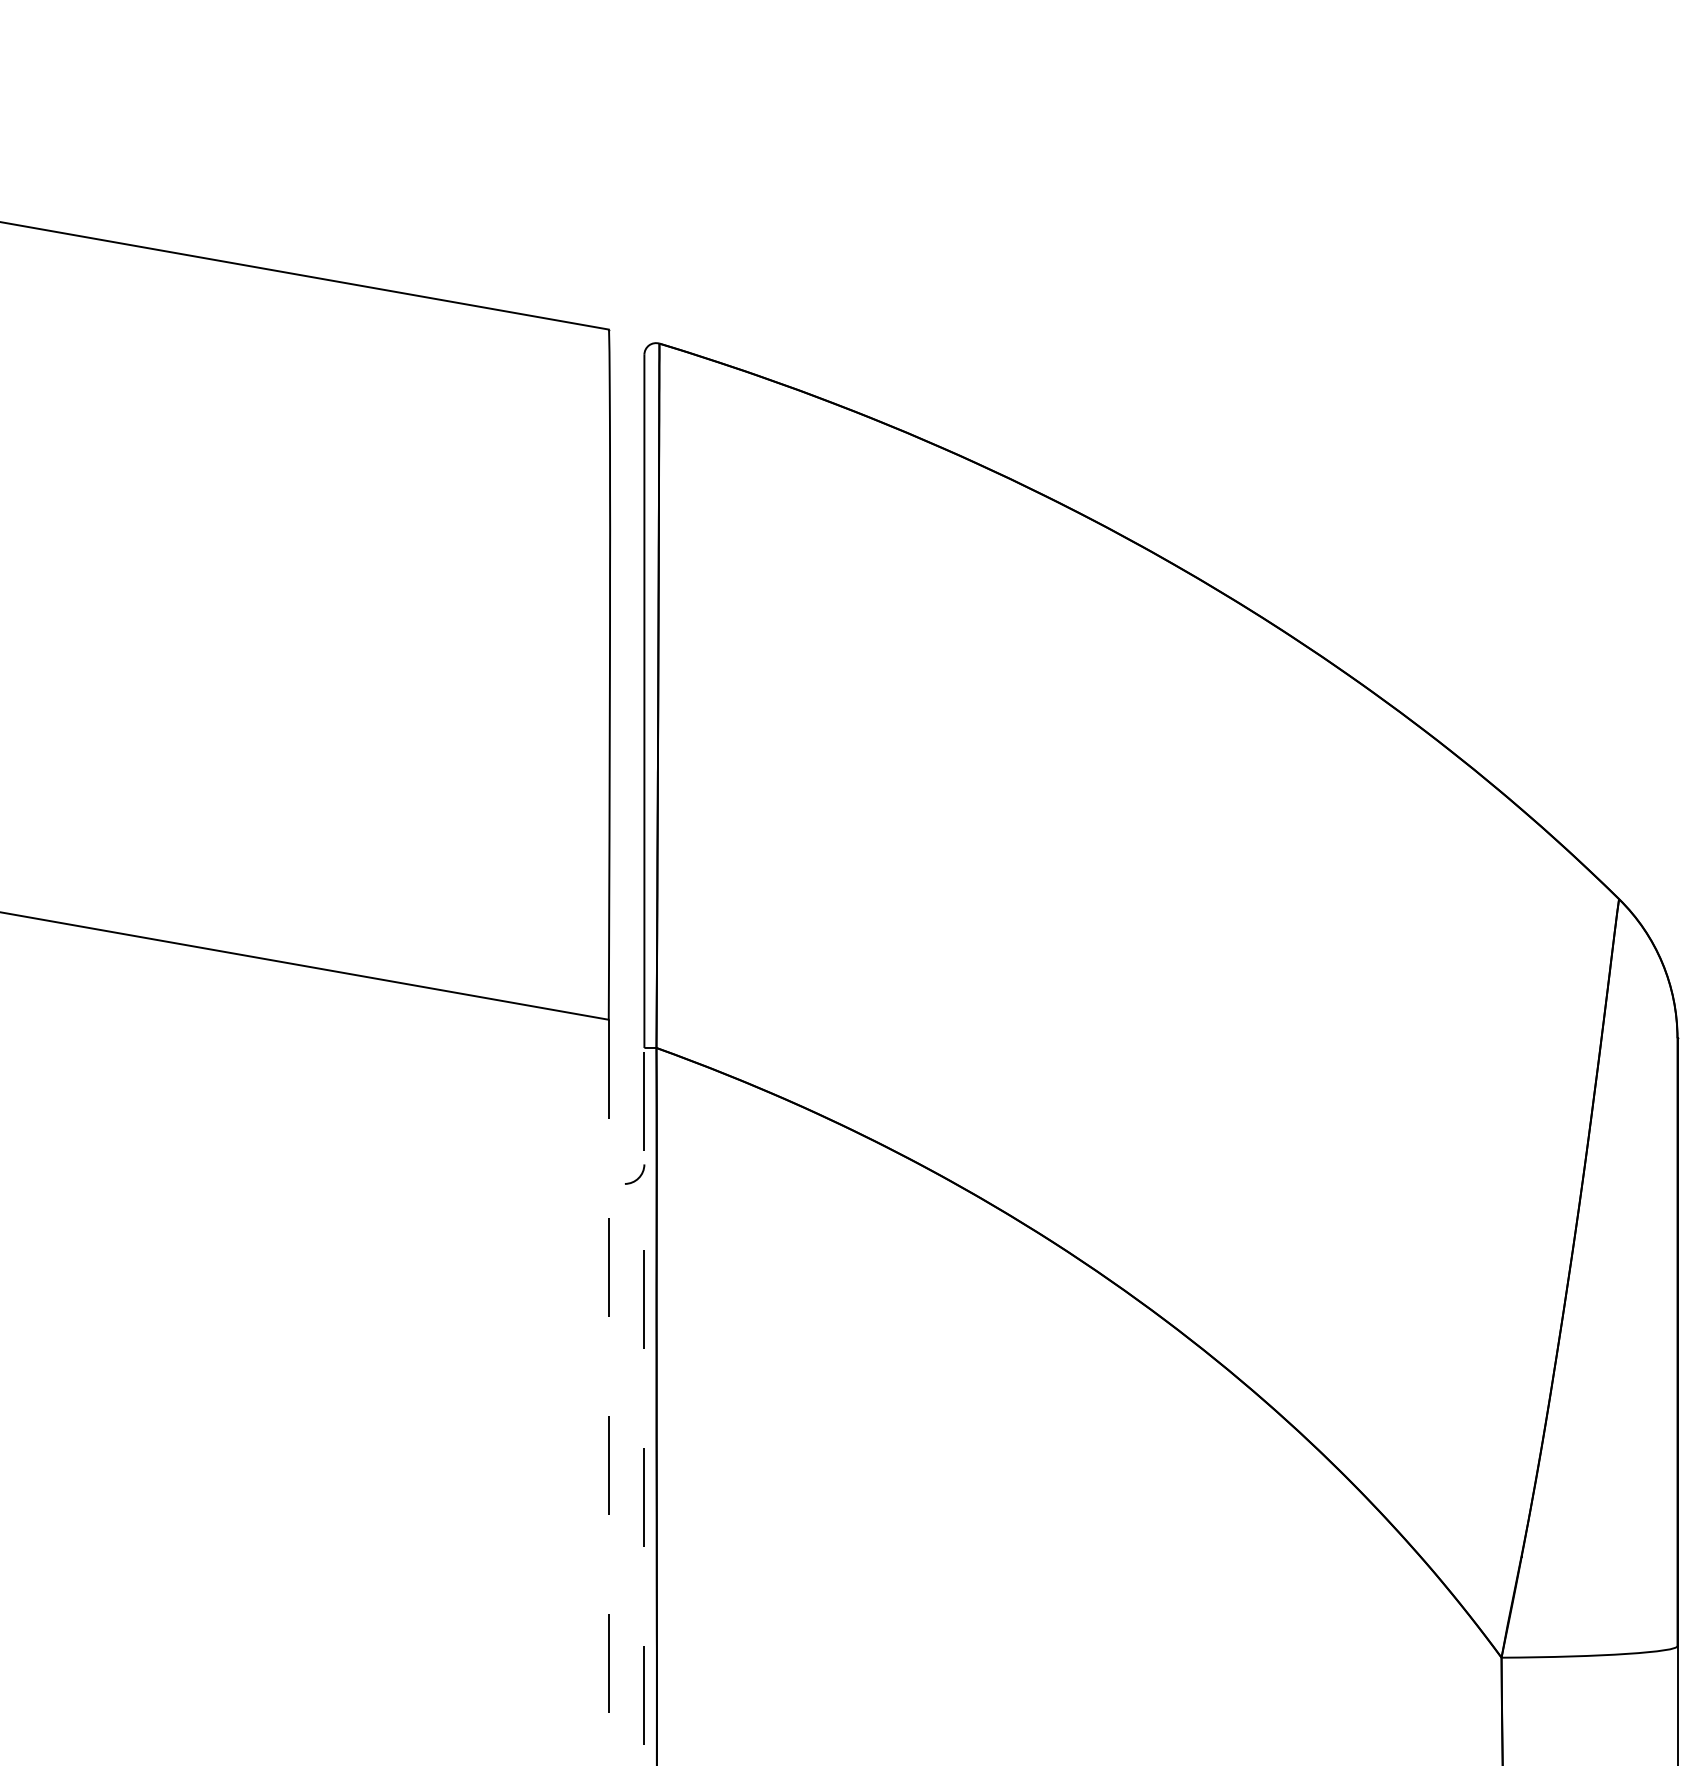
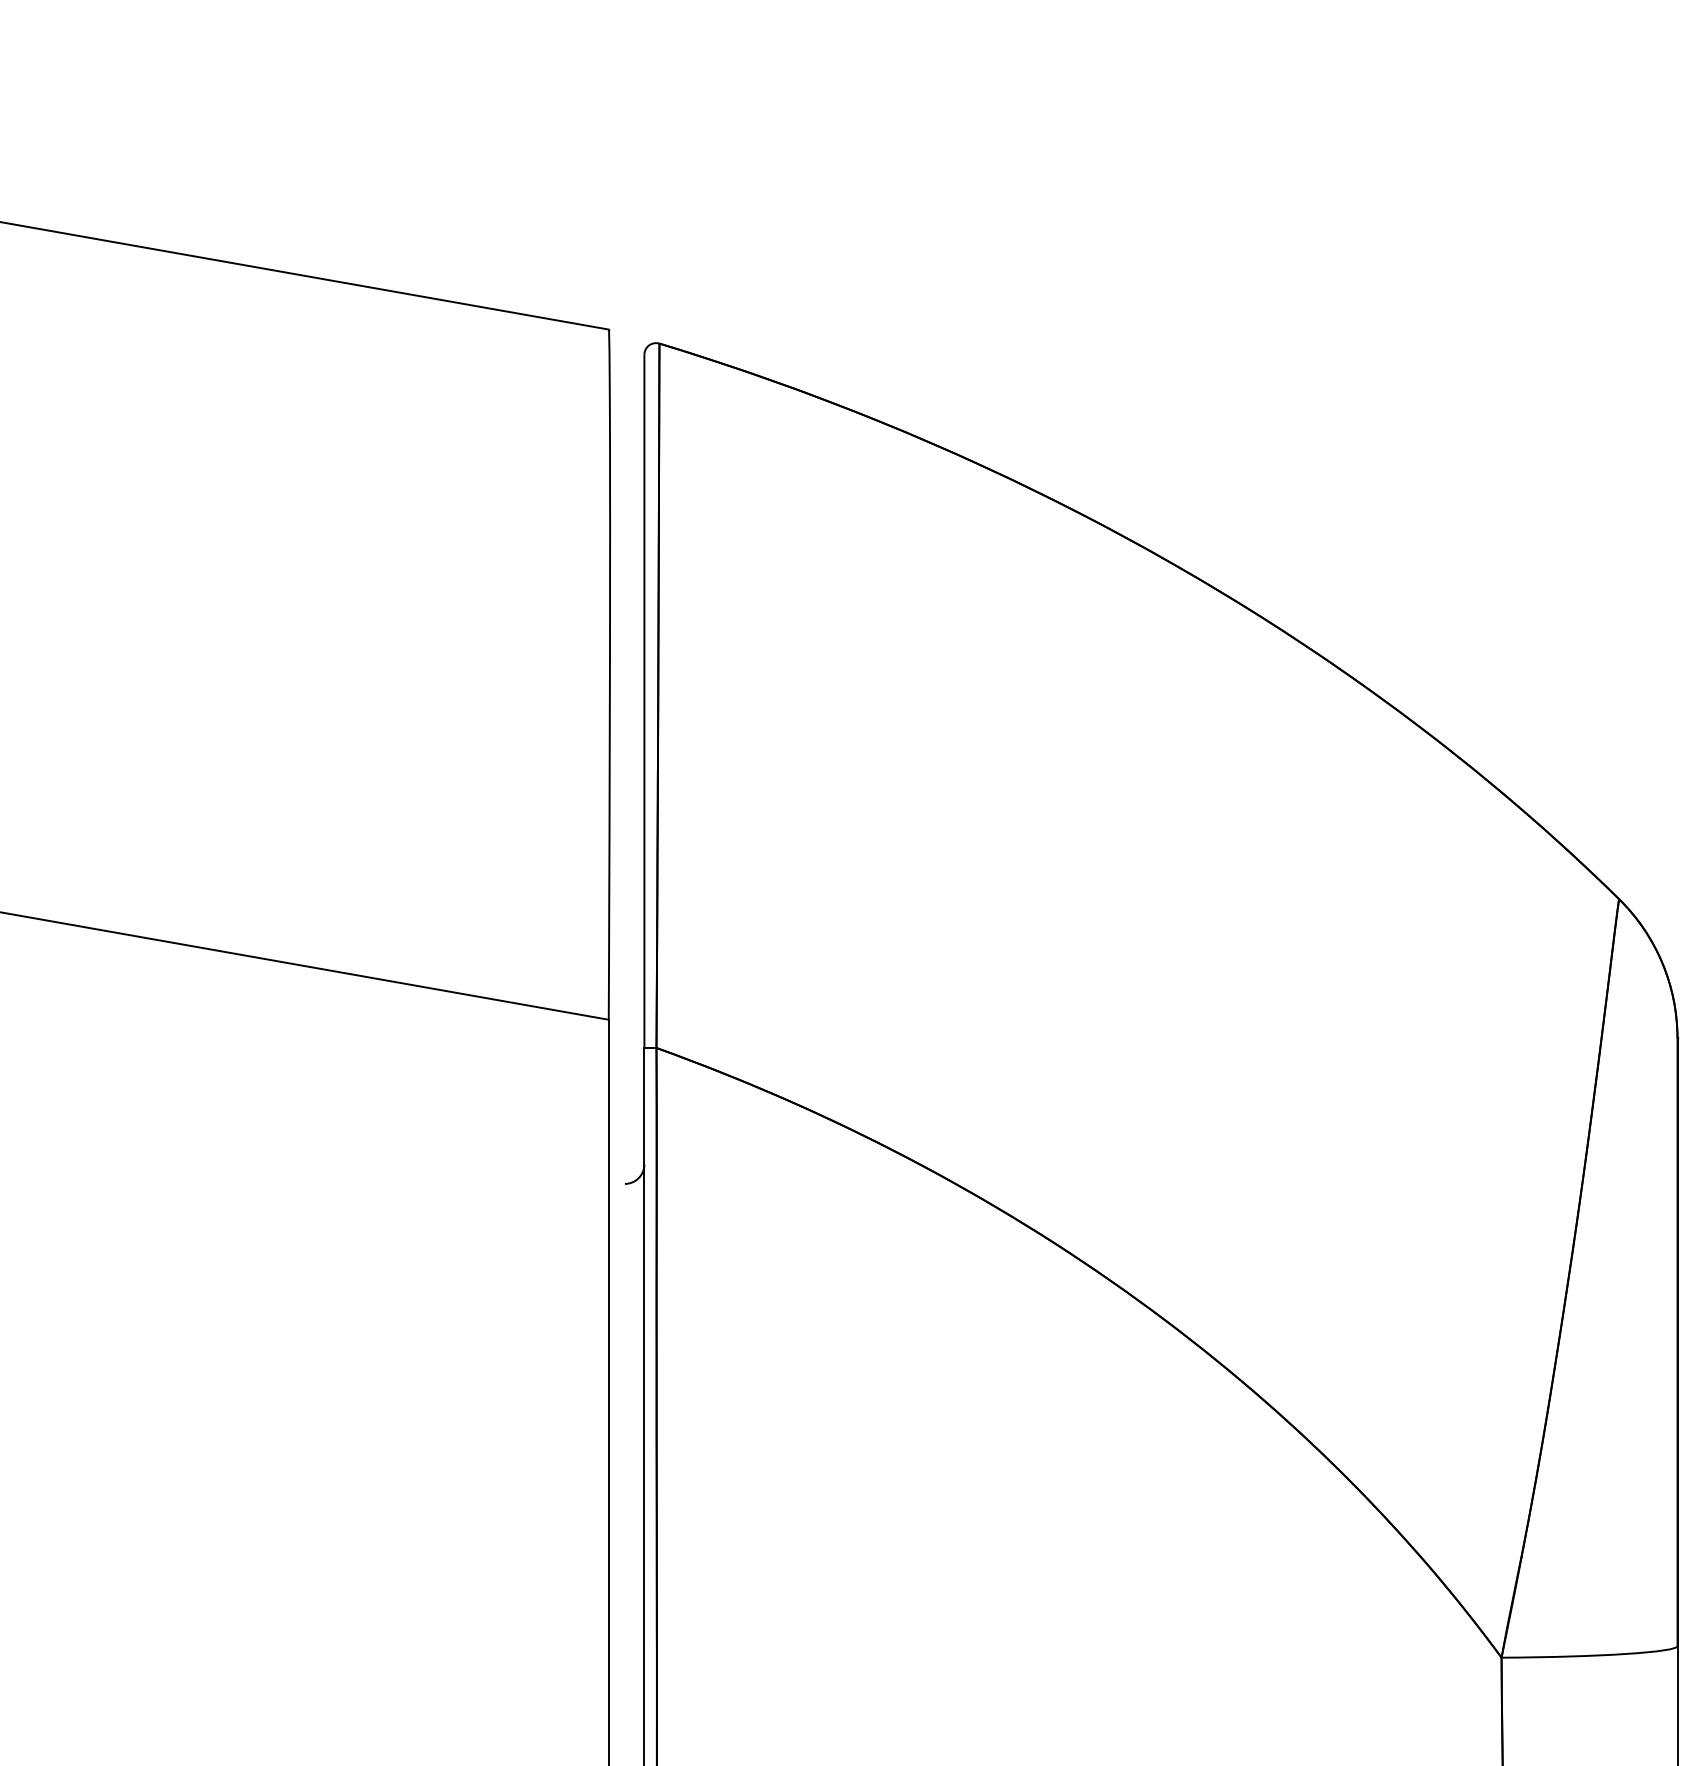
line at (608, 1392): dashed -> solid
line at (644, 1406): dashed -> solid
